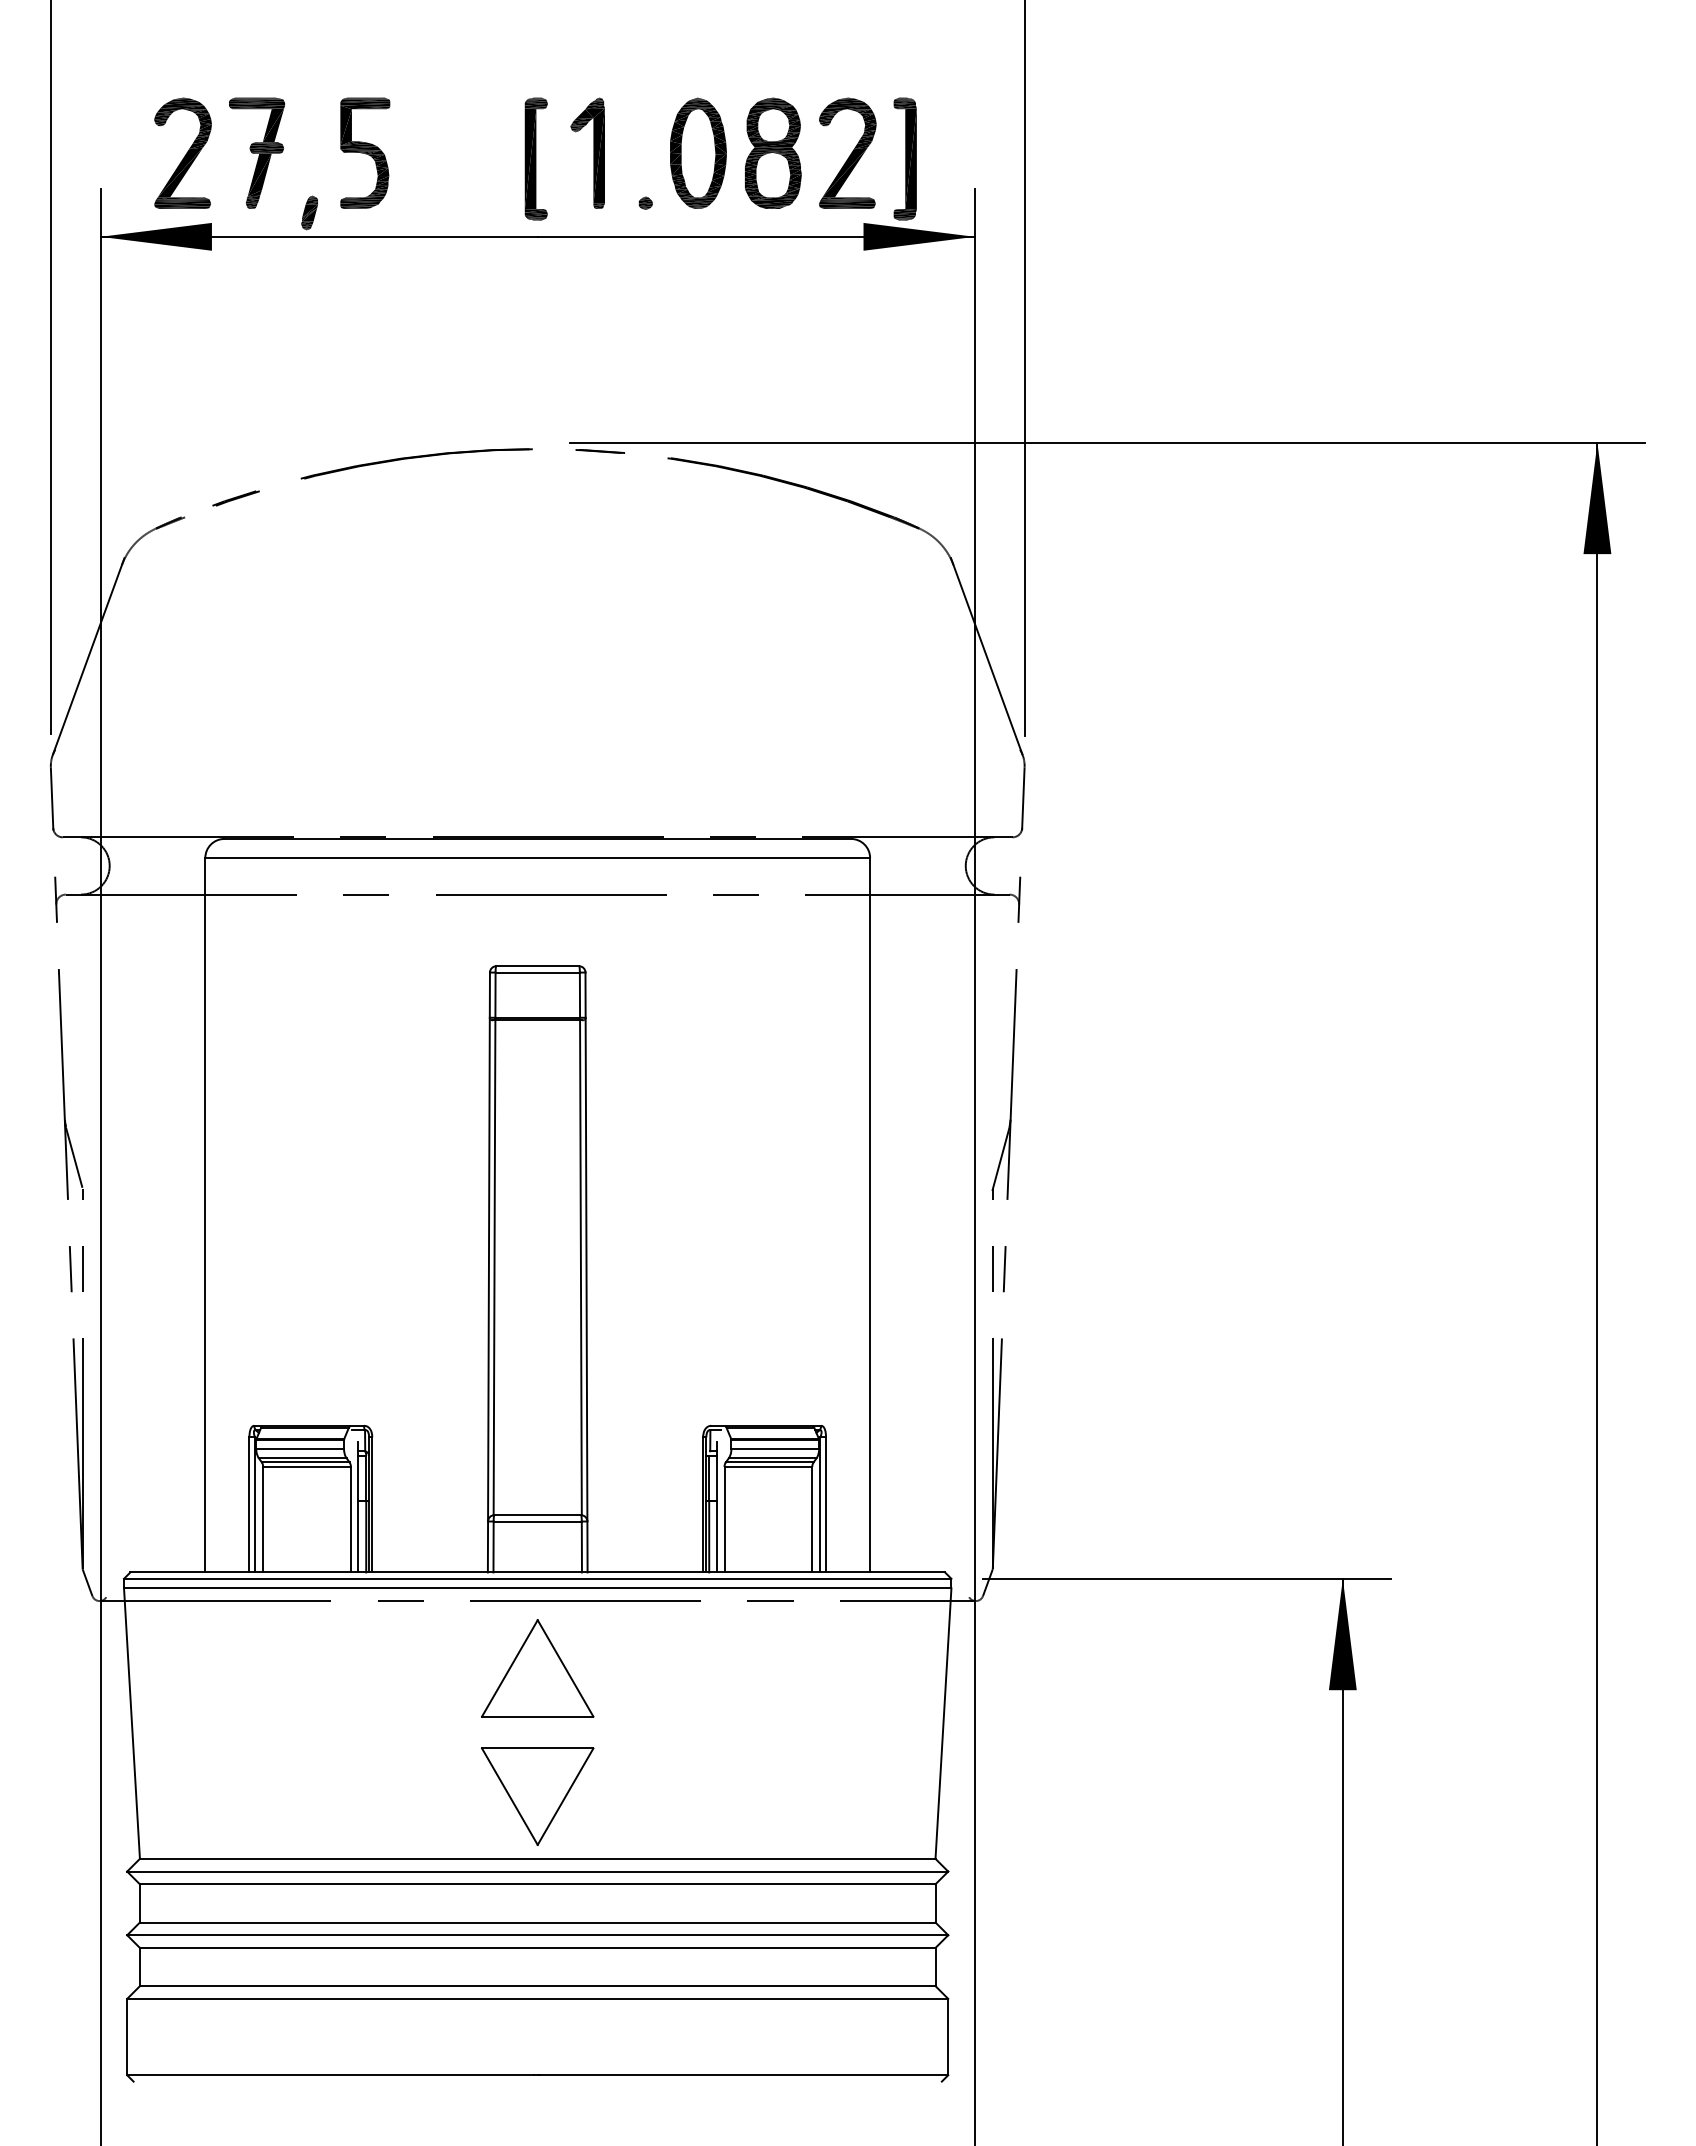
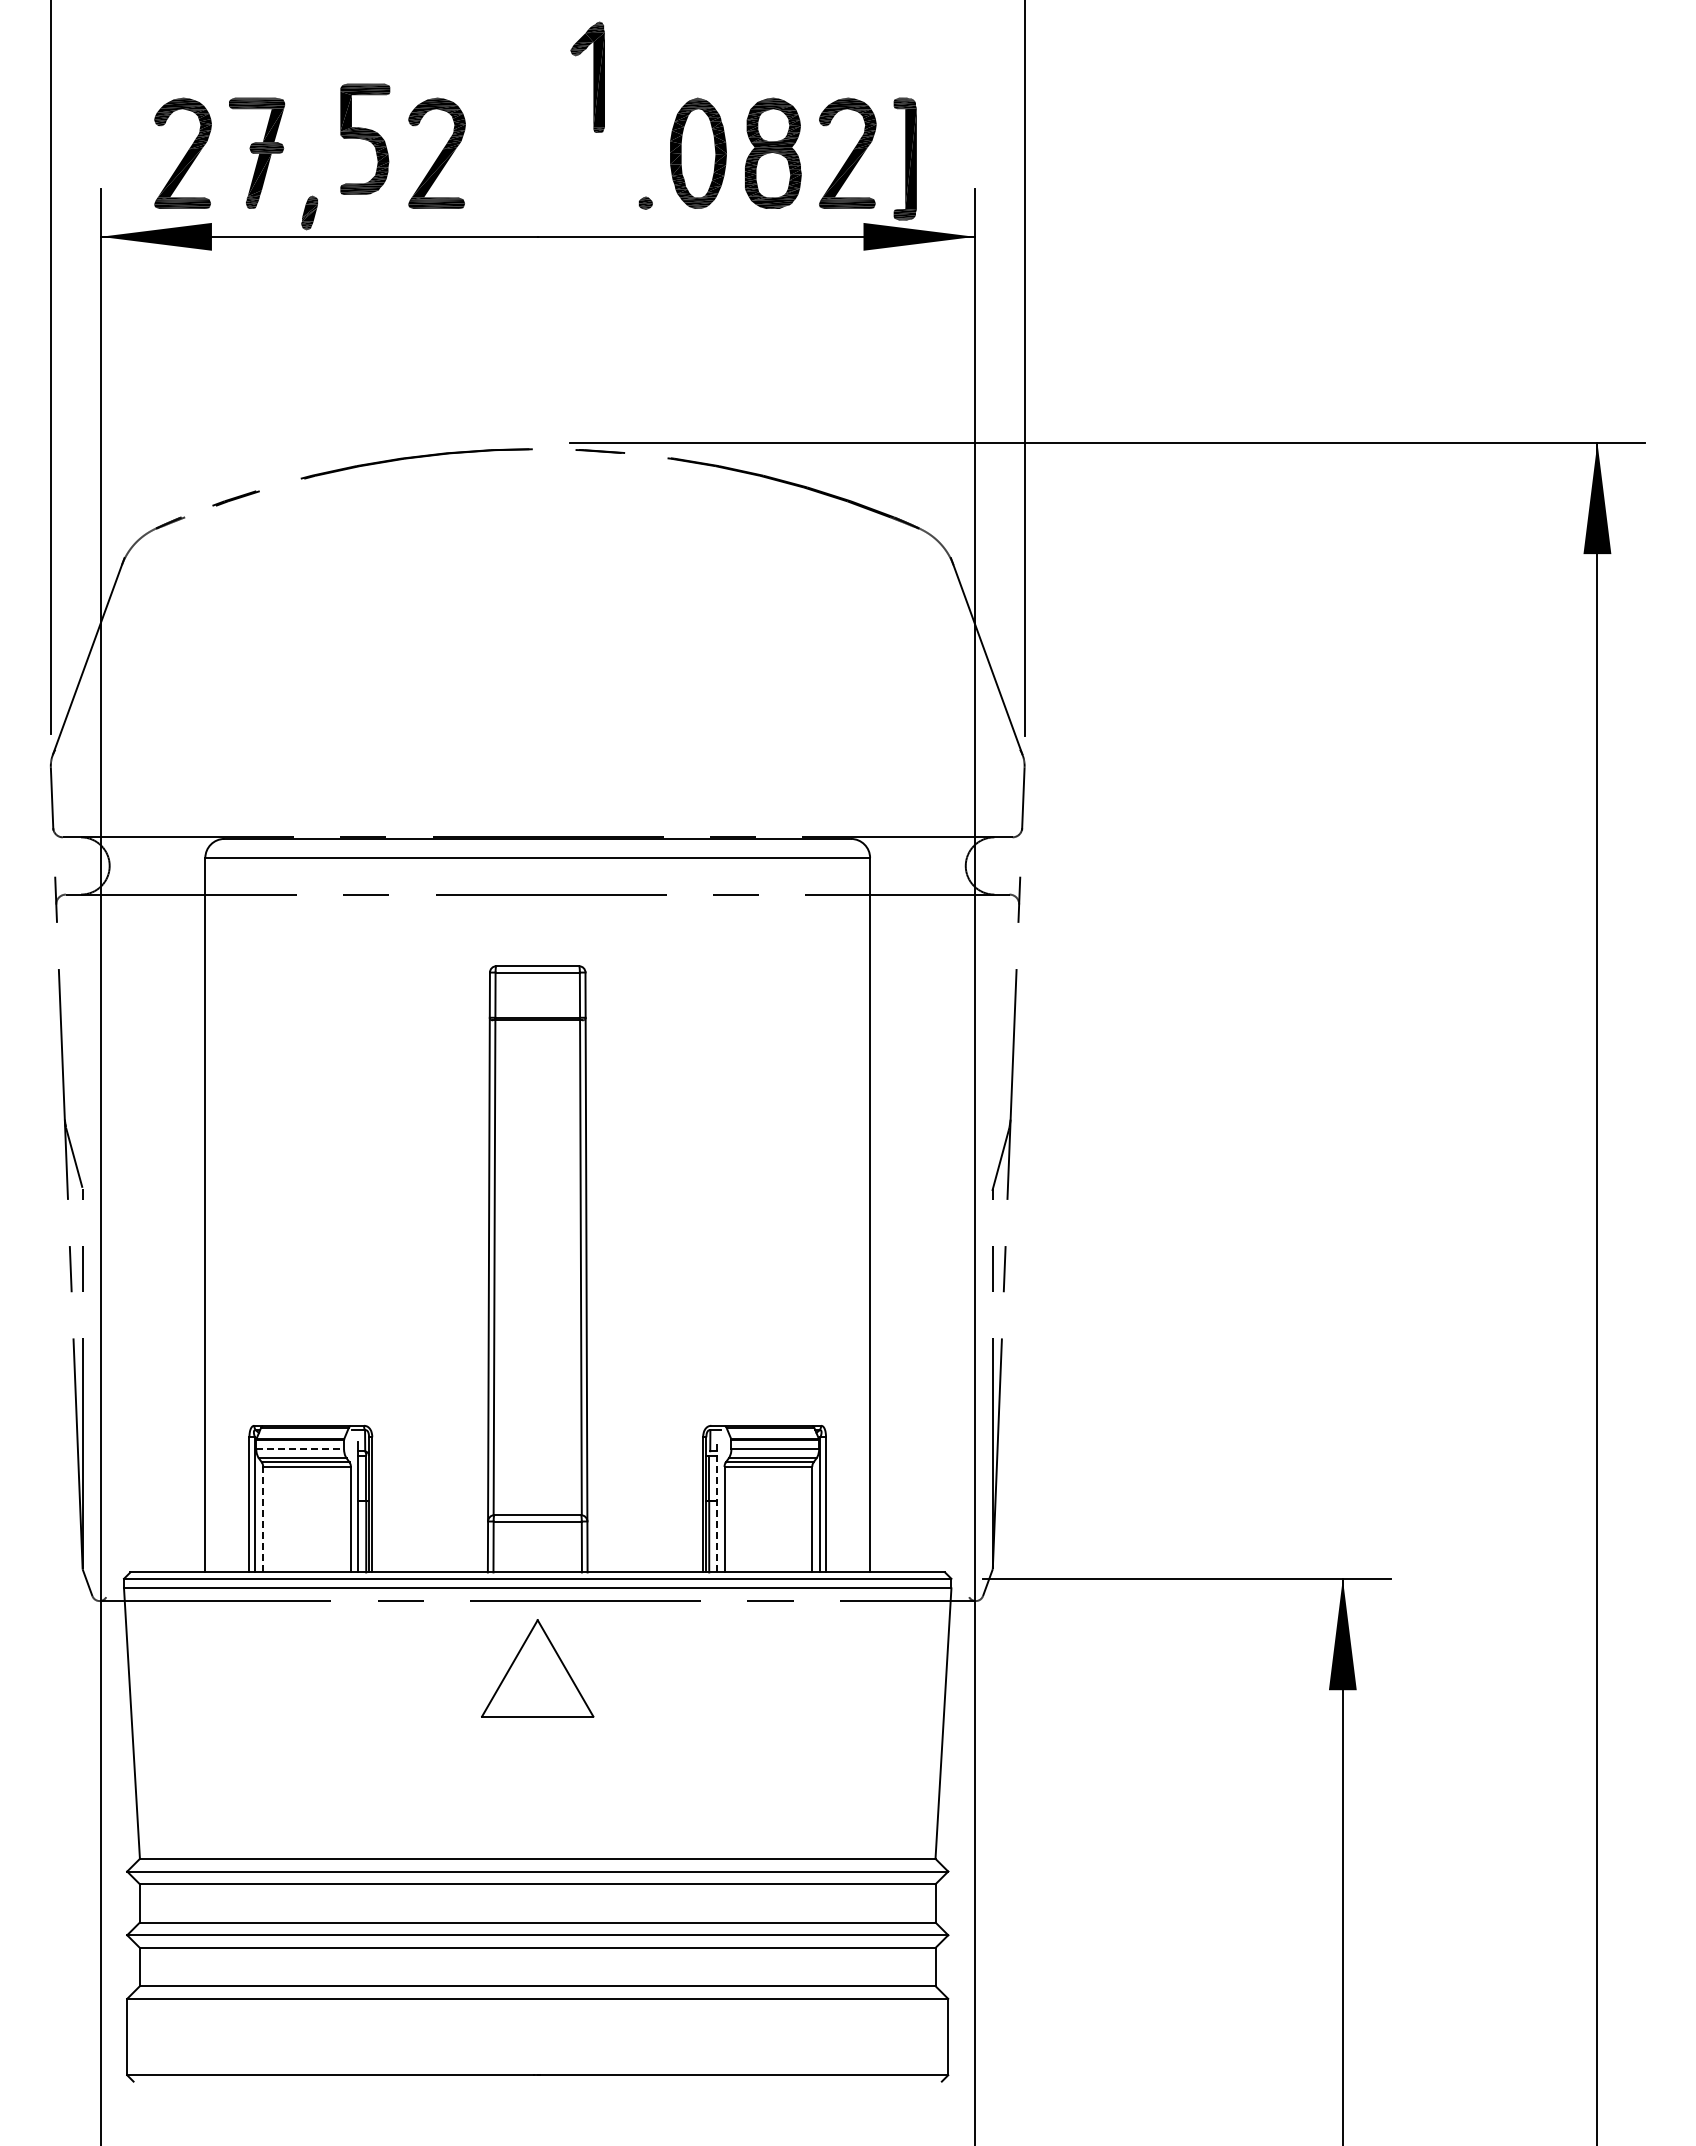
part at (365, 152) position: (365, 152) -> (365, 138)
part at (436, 152): none -> present
part at (587, 152) position: (587, 152) -> (587, 76)
part at (535, 158): present -> none
line at (300, 1449): solid -> dashed
line at (717, 1506): solid -> dashed
line at (263, 1519): solid -> dashed
part at (537, 1796): present -> none
